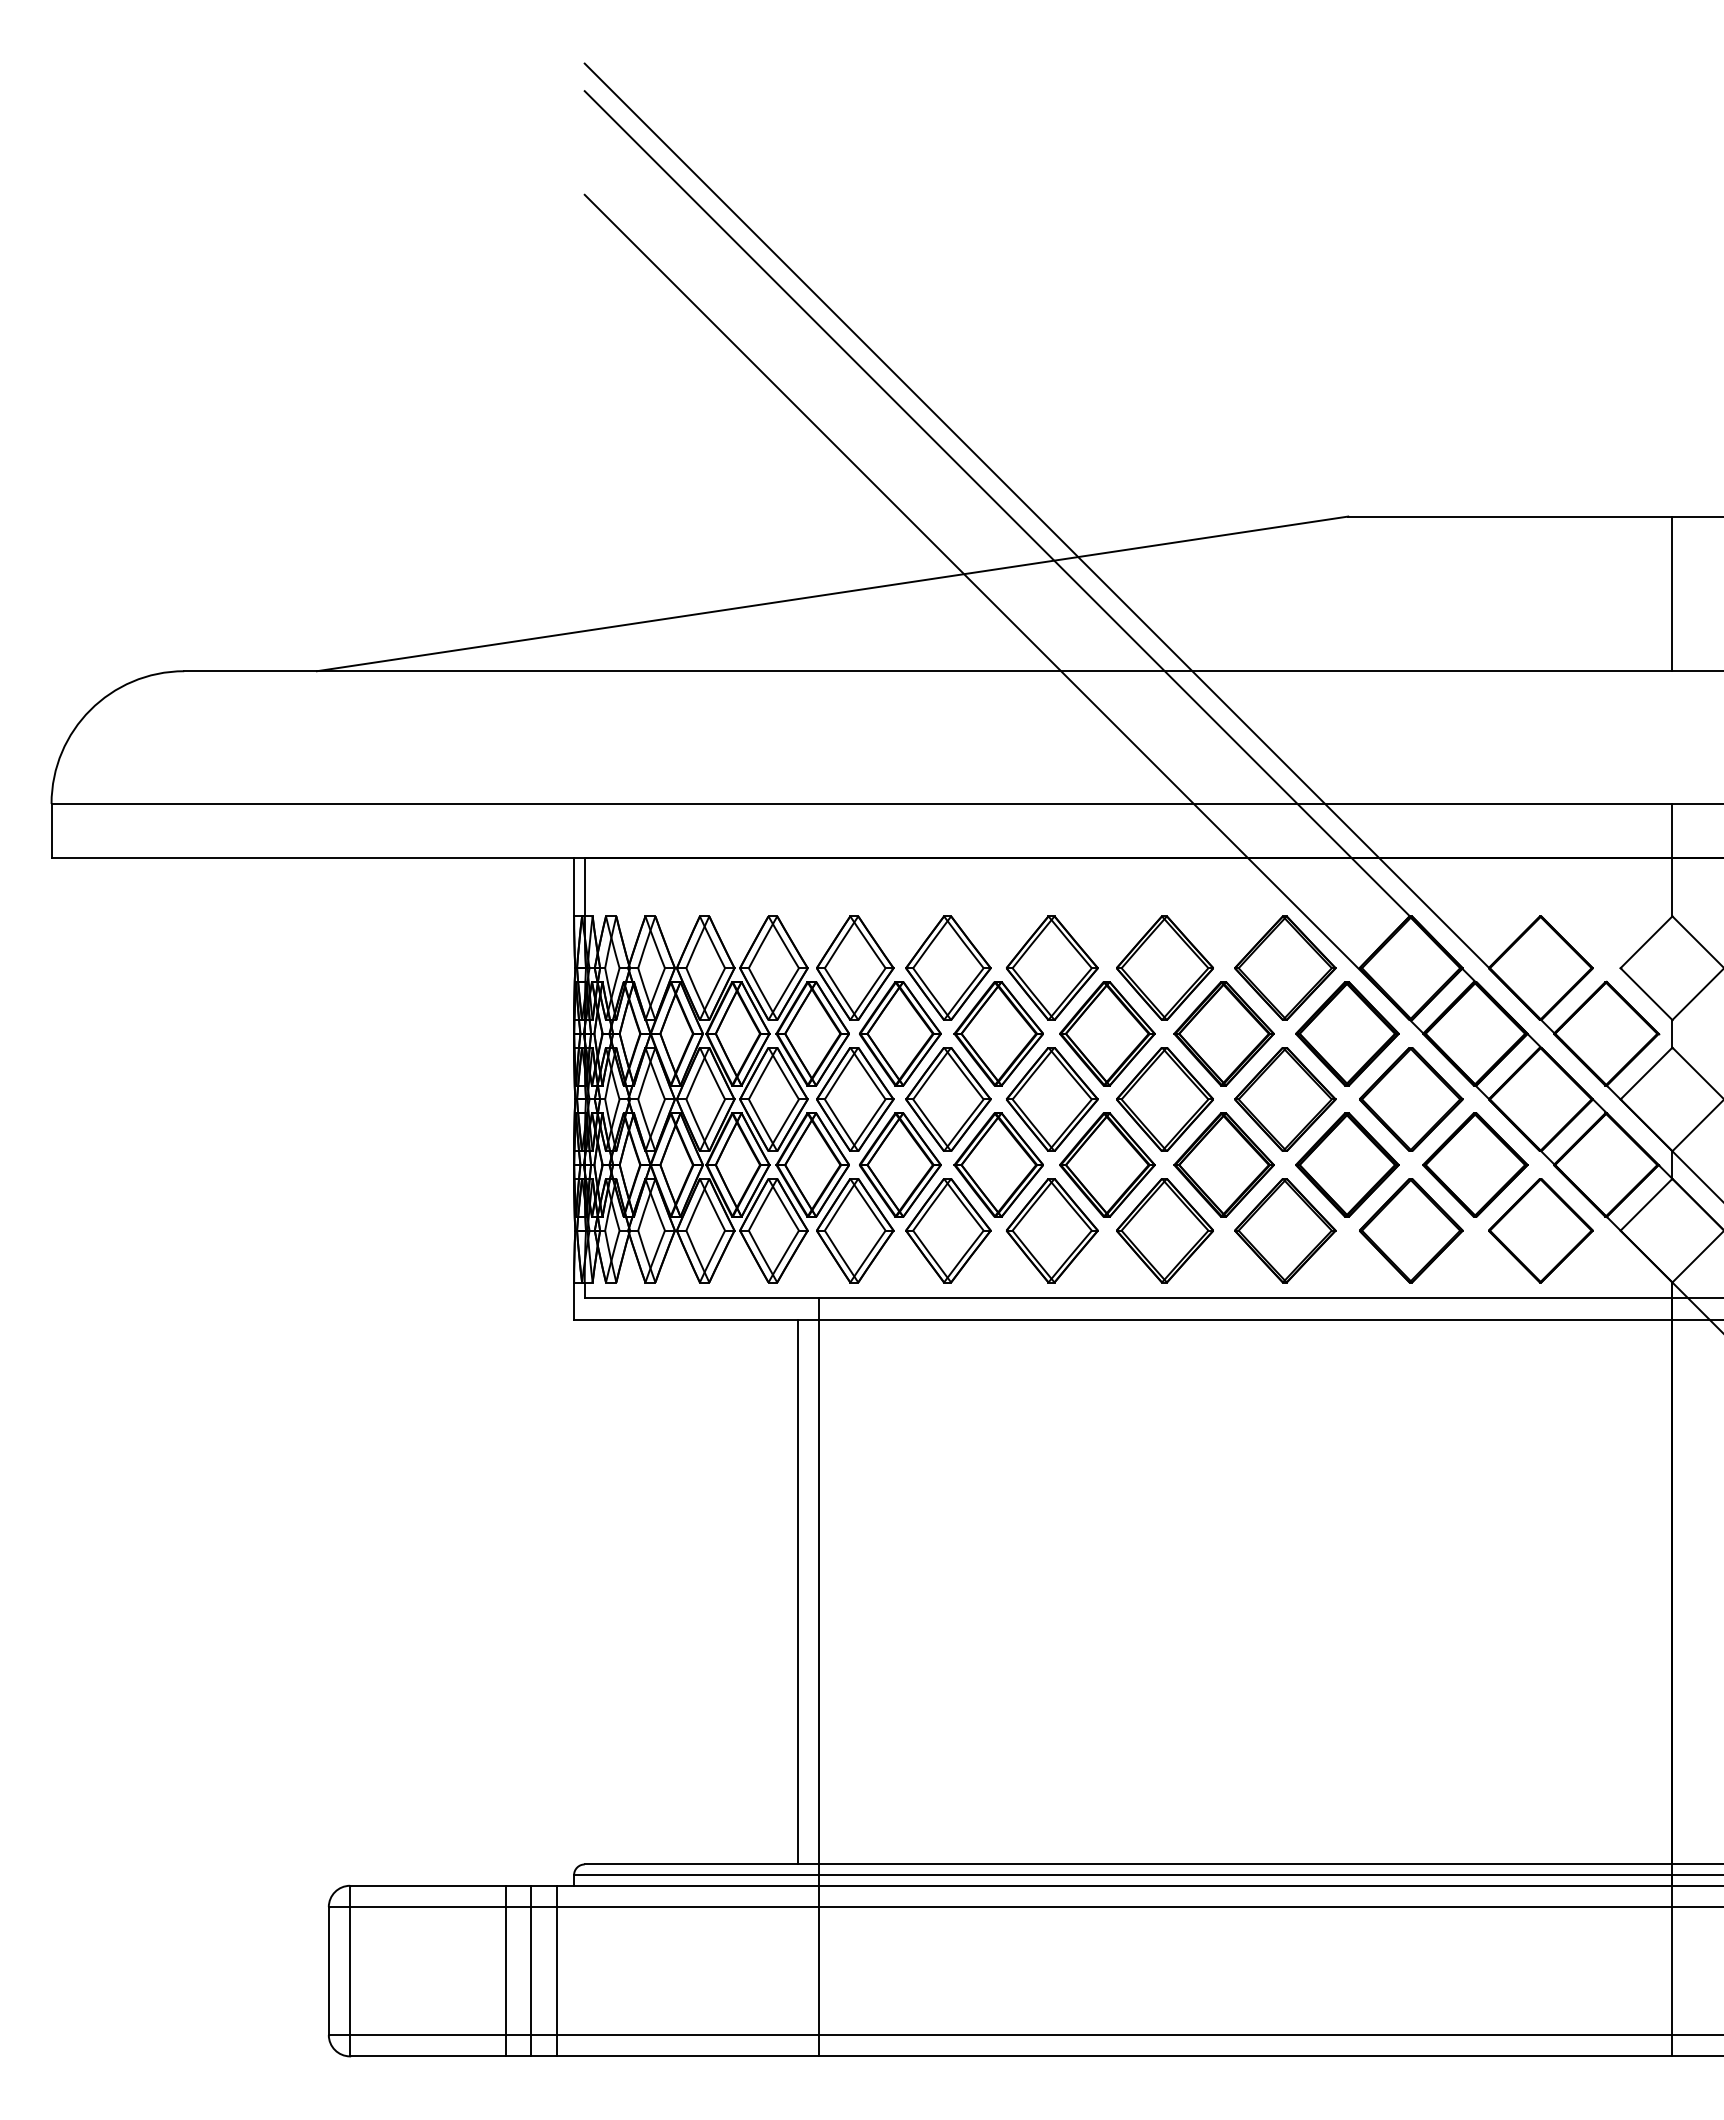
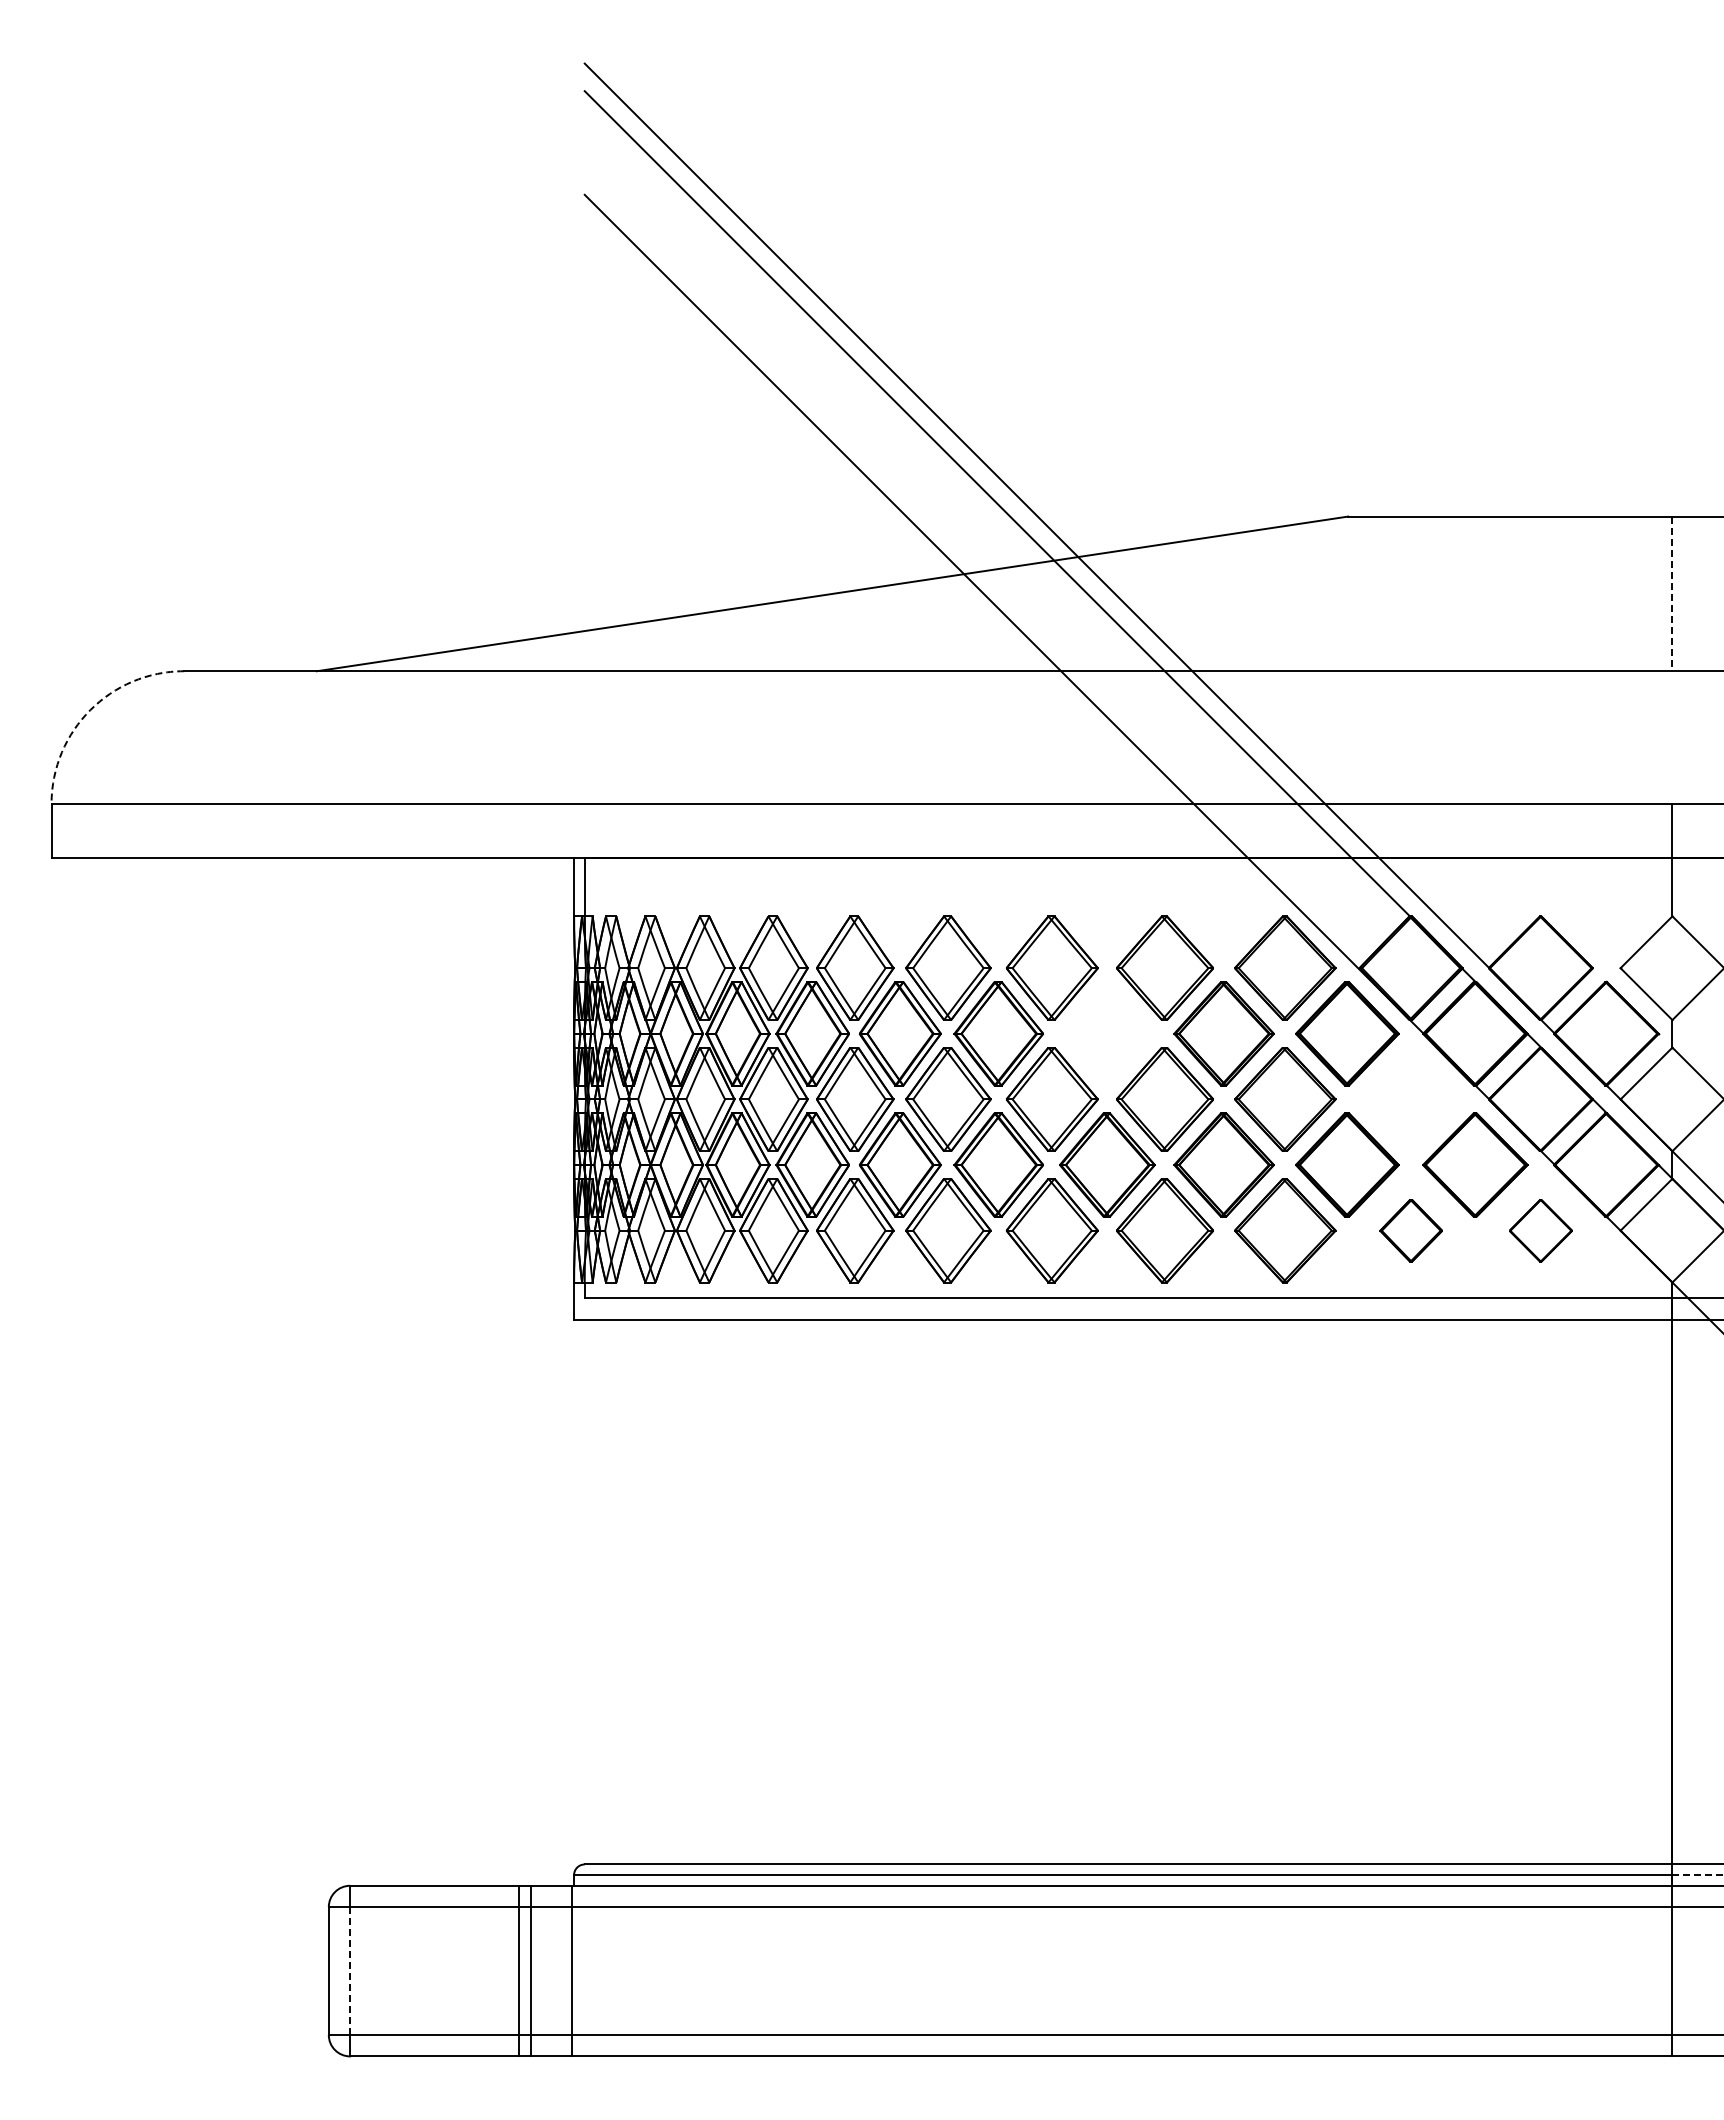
line at (1672, 594): solid -> dashed
arc at (90, 710): solid -> dashed
part at (1107, 1033): present -> none
part at (1411, 1099): present -> none
part at (1411, 1230) size: 105x106 px -> 64x64 px
part at (1540, 1230) size: 106x106 px -> 64x64 px
line at (798, 1591): present -> none
line at (819, 1677): present -> none
line at (1698, 1875): solid -> dashed
line at (505, 1970) position: (505, 1970) -> (518, 1970)
line at (557, 1970) position: (557, 1970) -> (572, 1970)
line at (350, 1971): solid -> dashed
